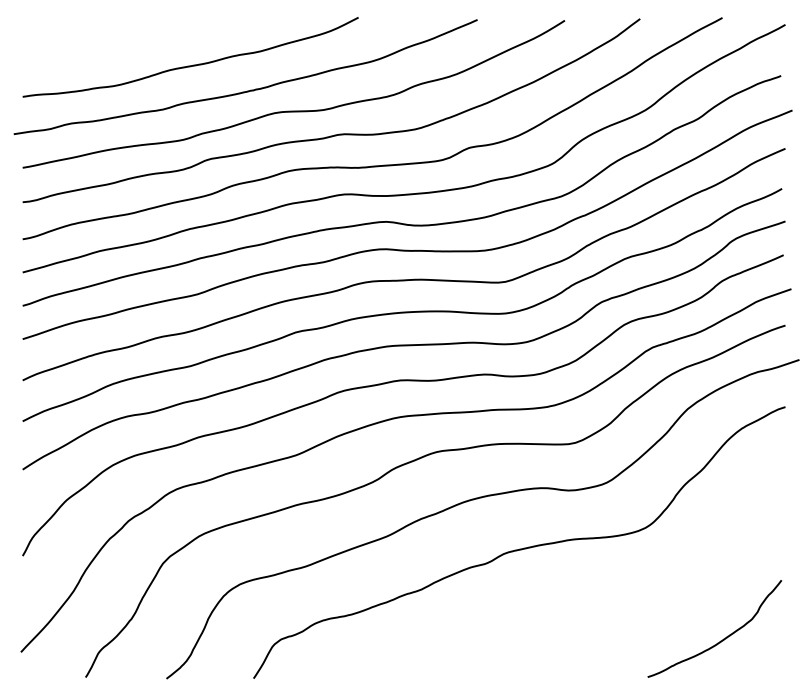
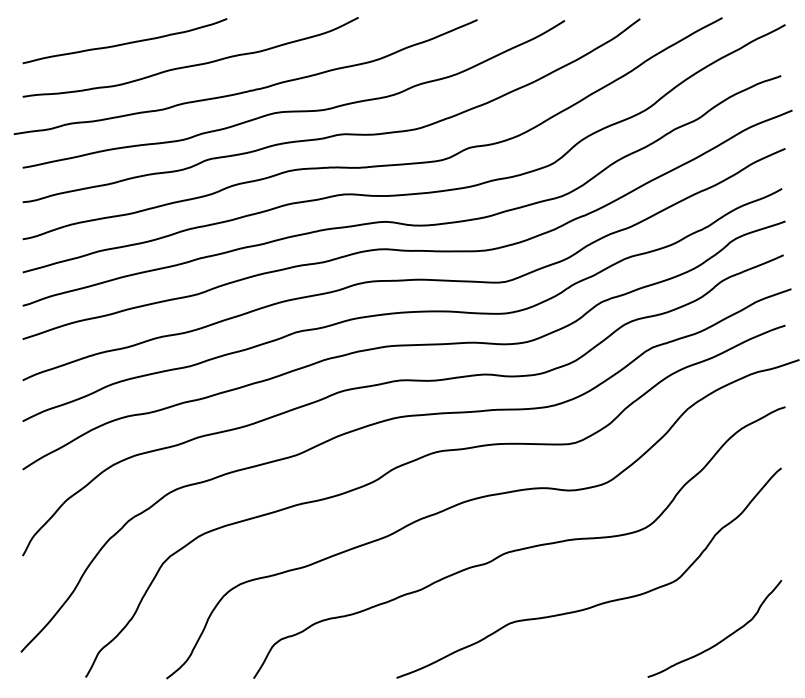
curve at (124, 43): none -> present
curve at (598, 603): none -> present
